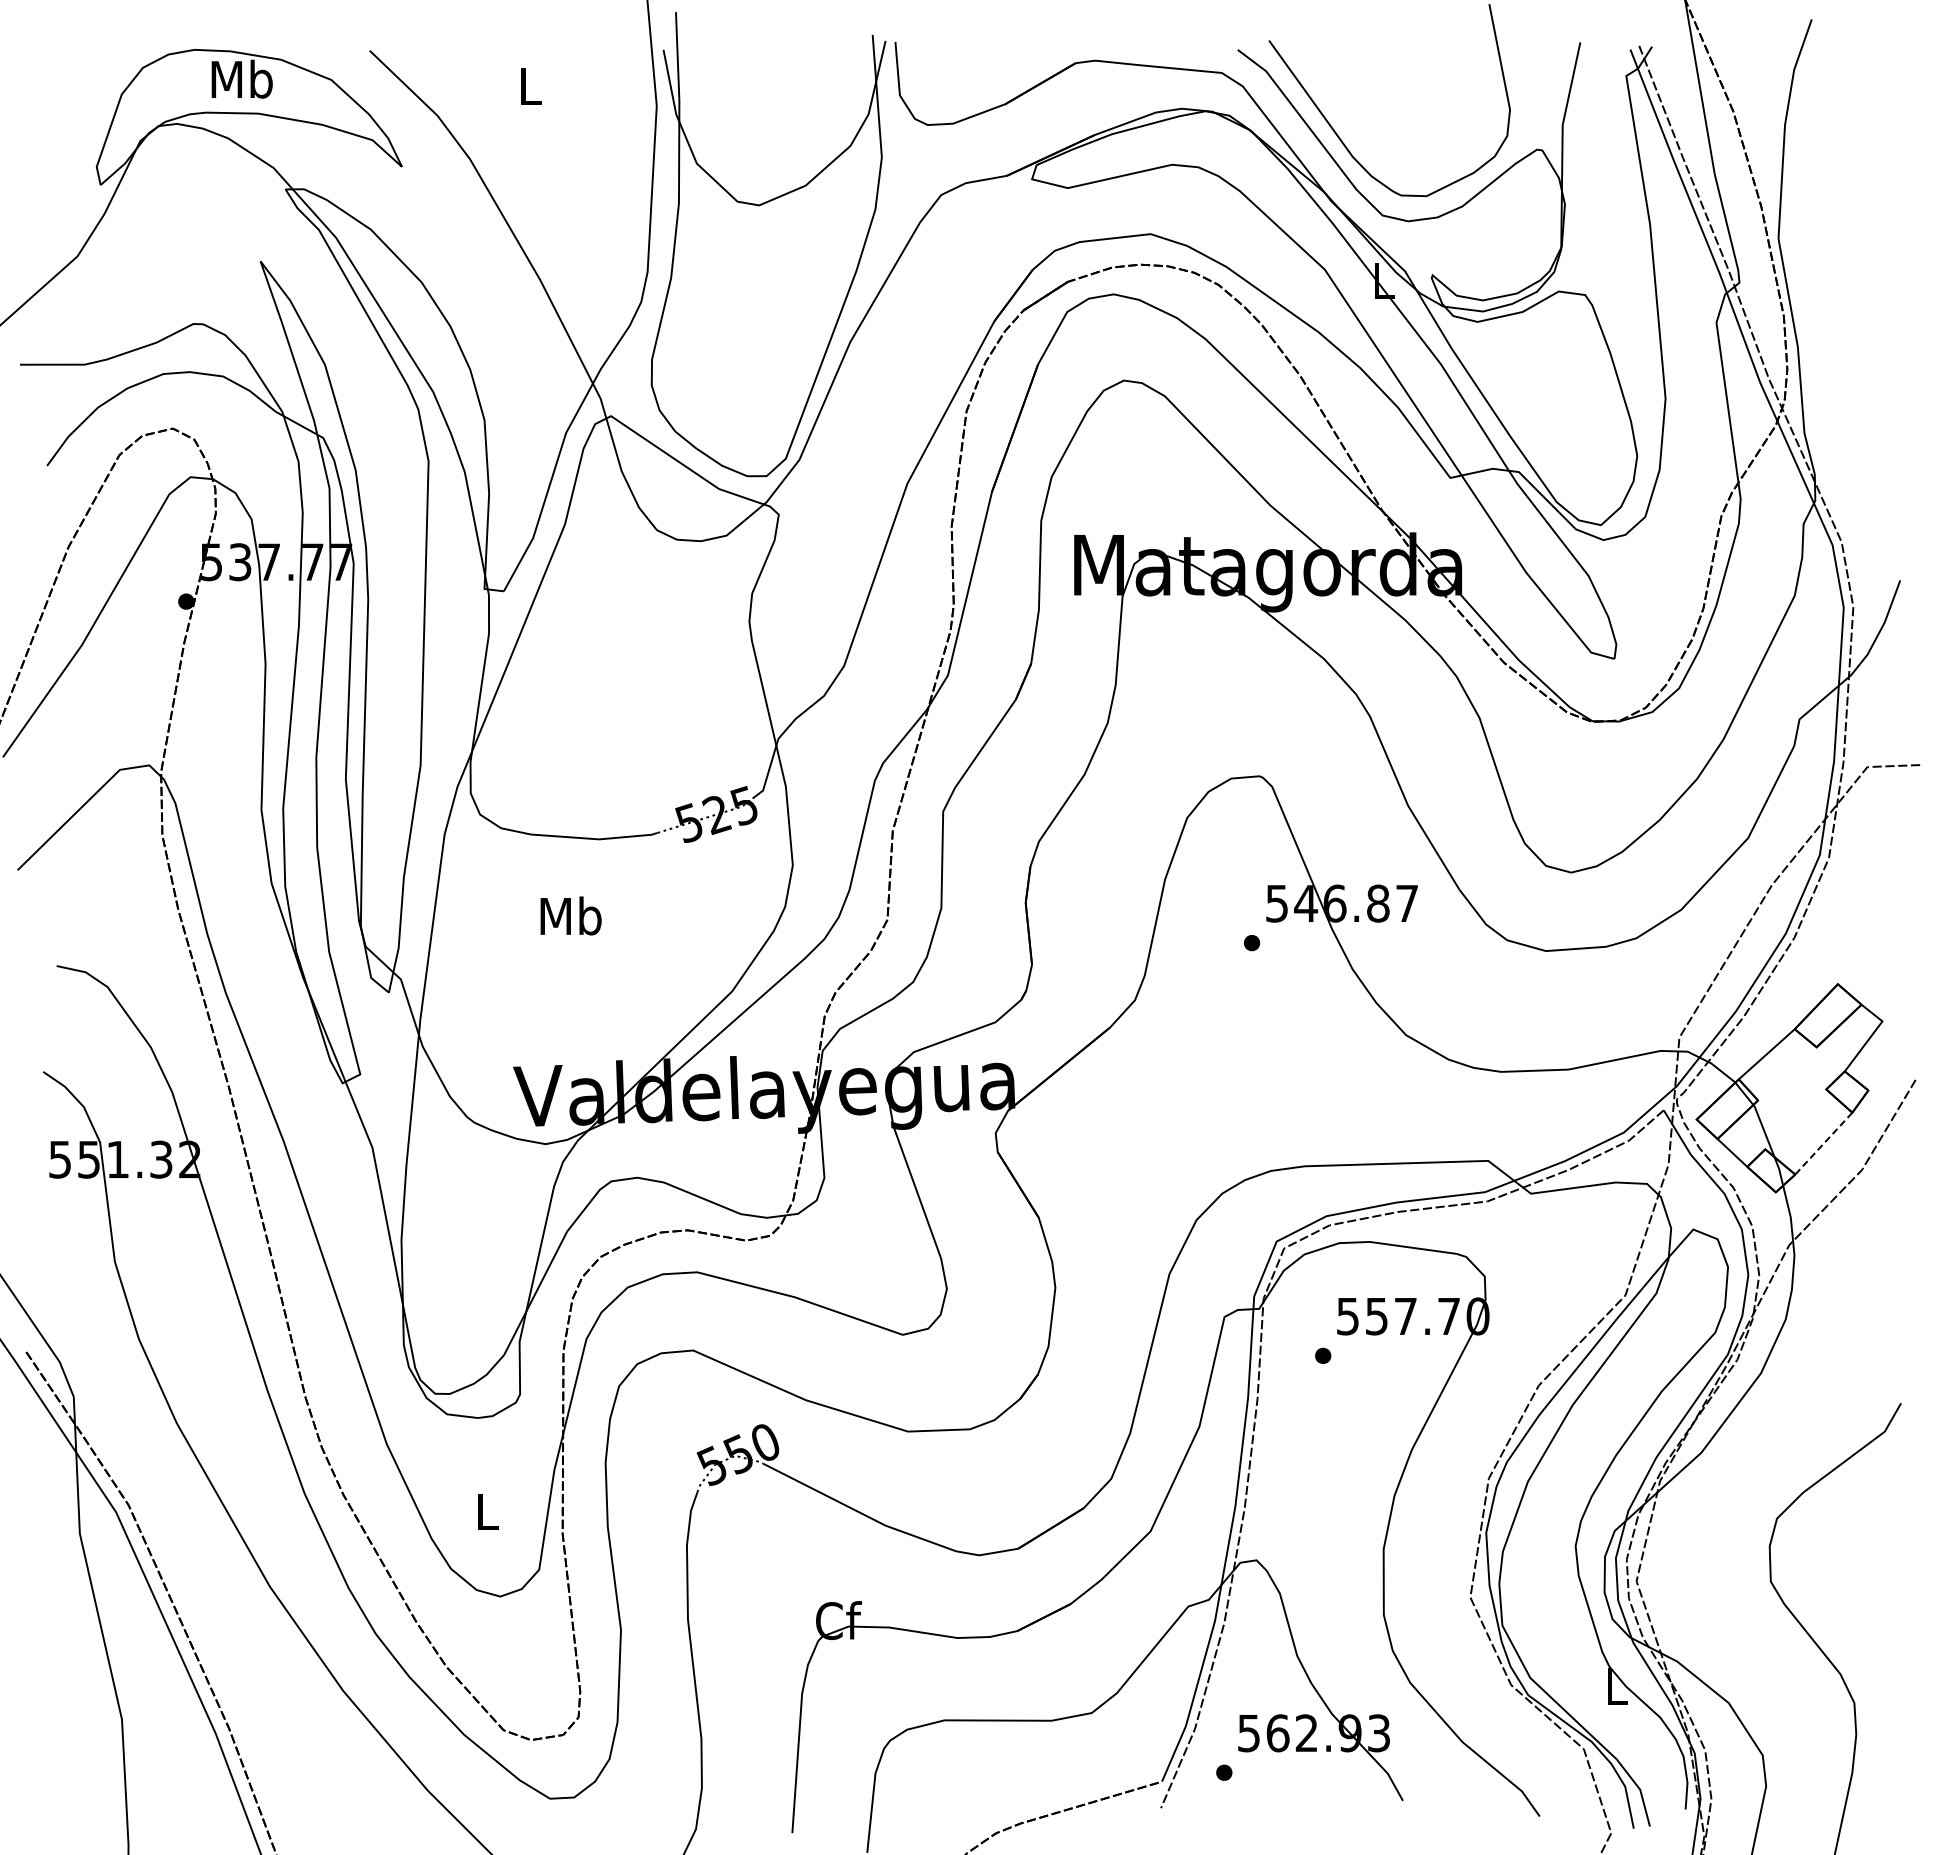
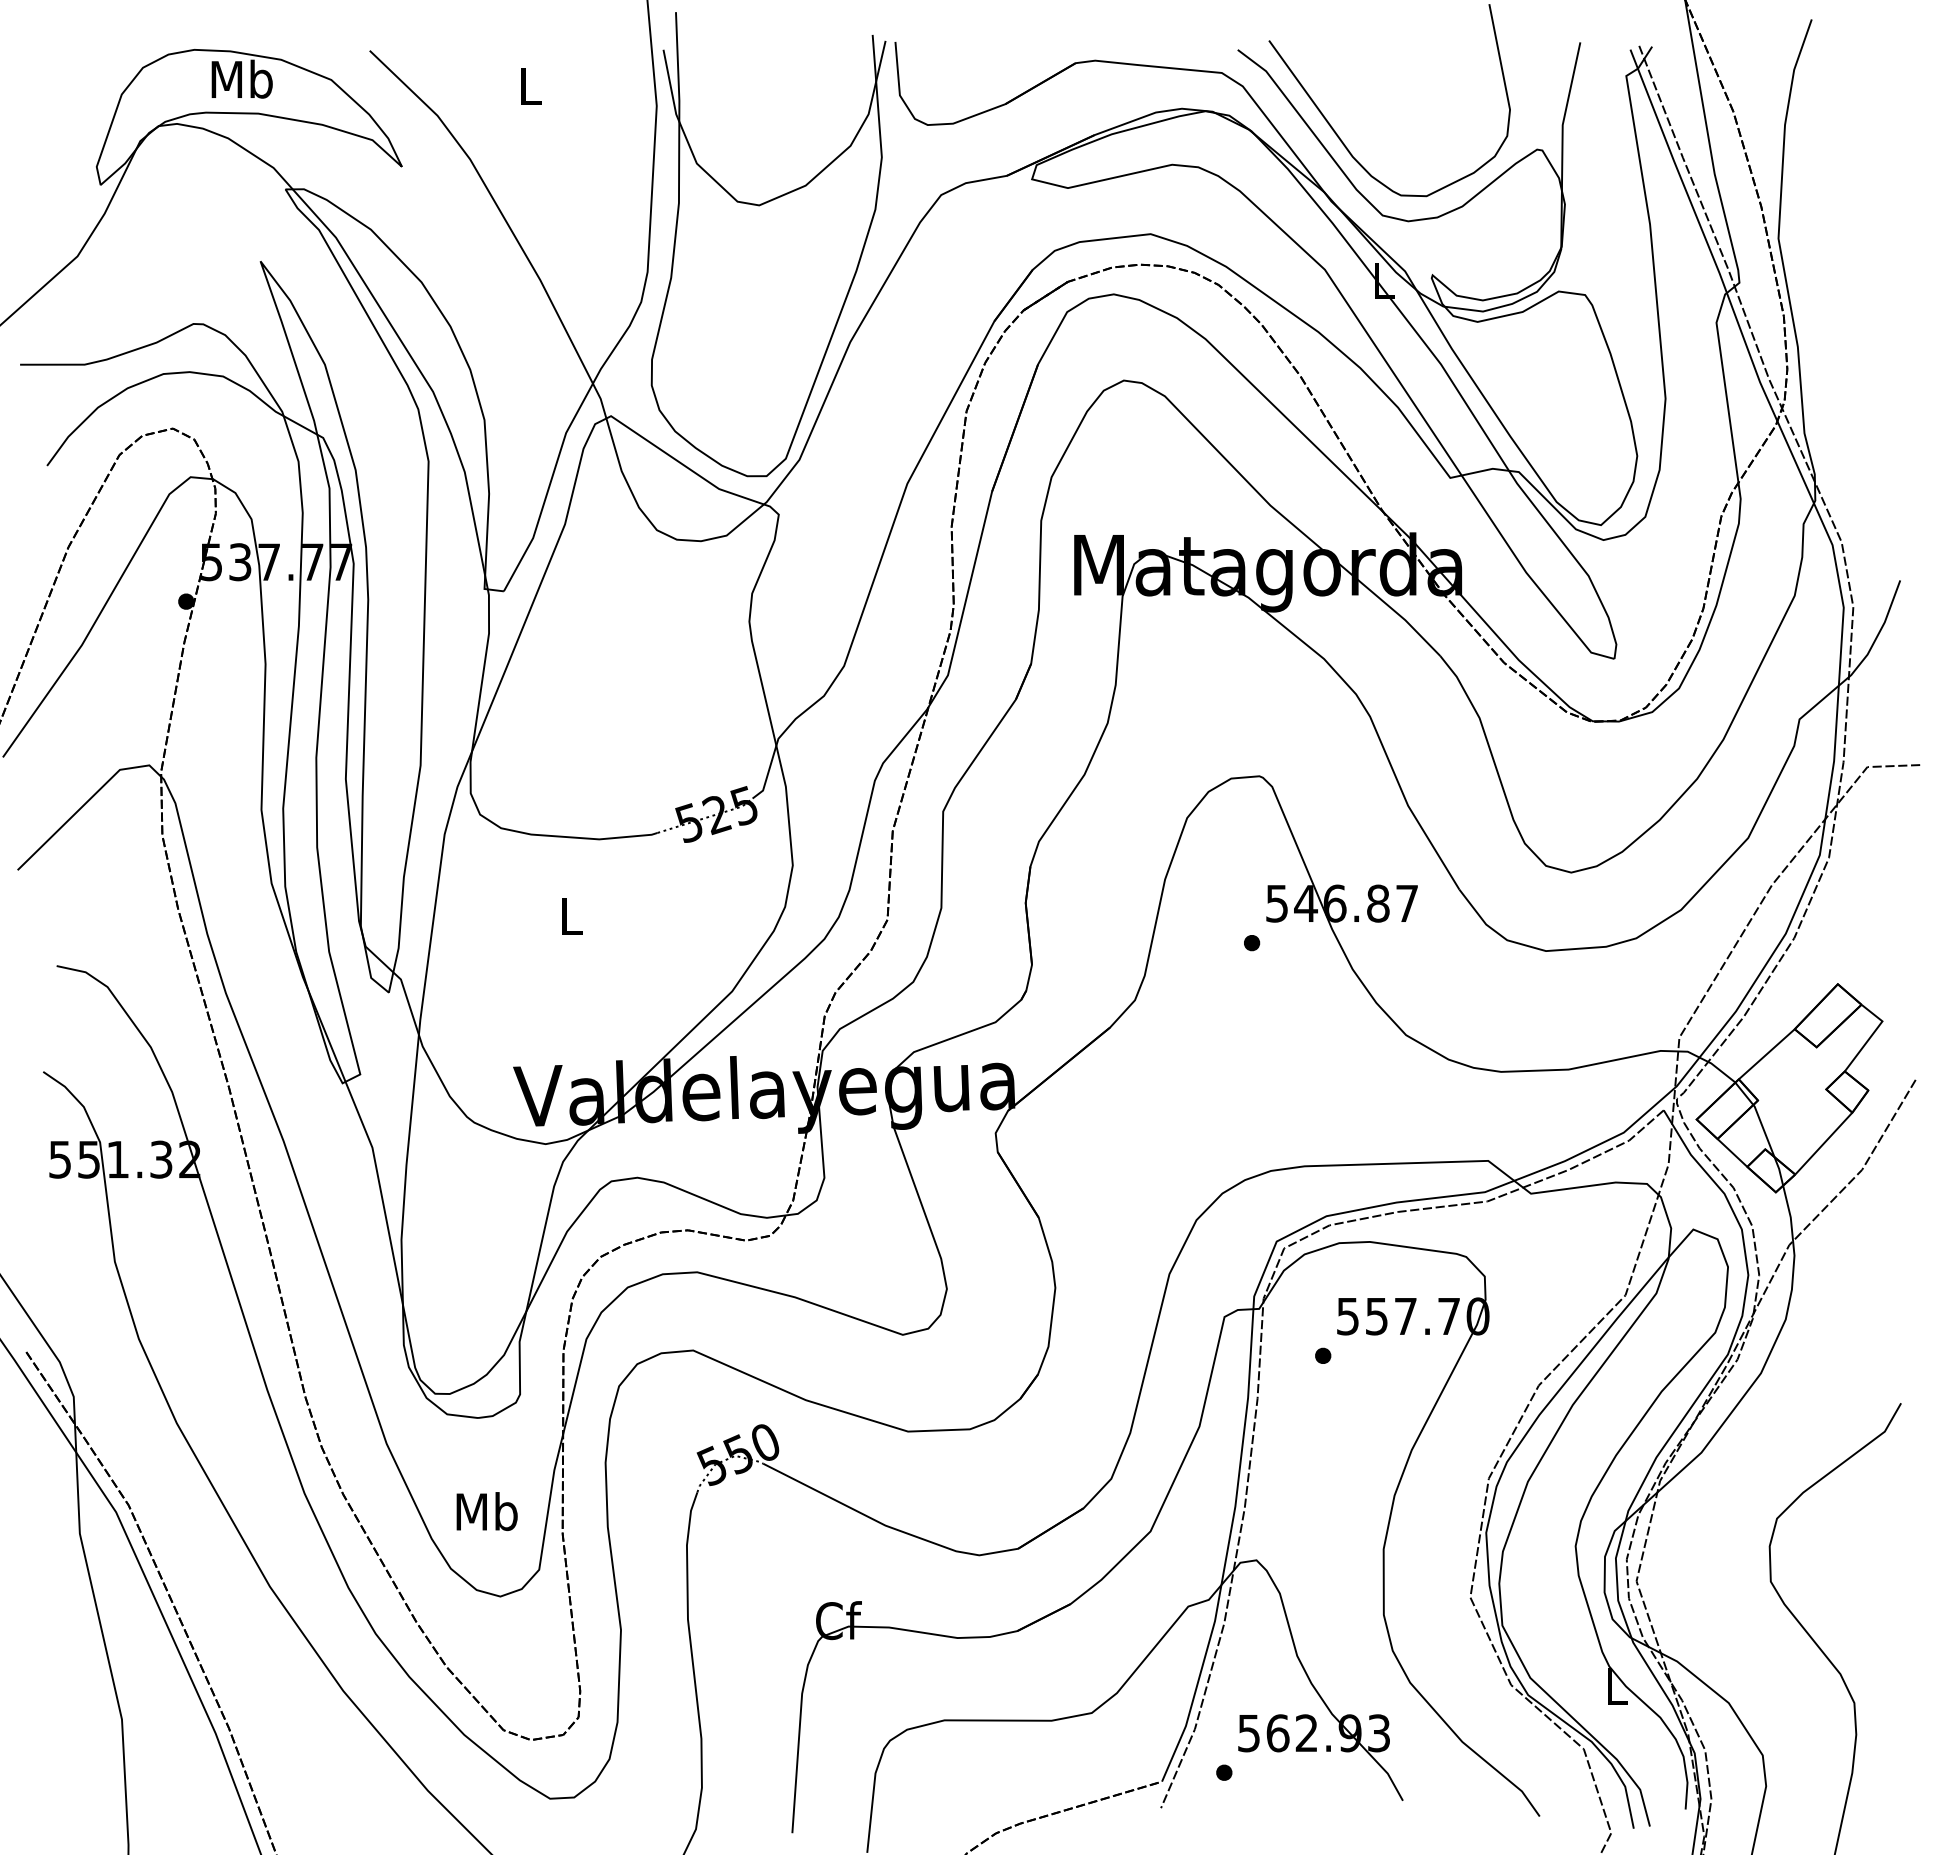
text at (570, 915): Mb -> L
line at (1823, 1144): dashed -> solid
text at (486, 1511): L -> Mb
